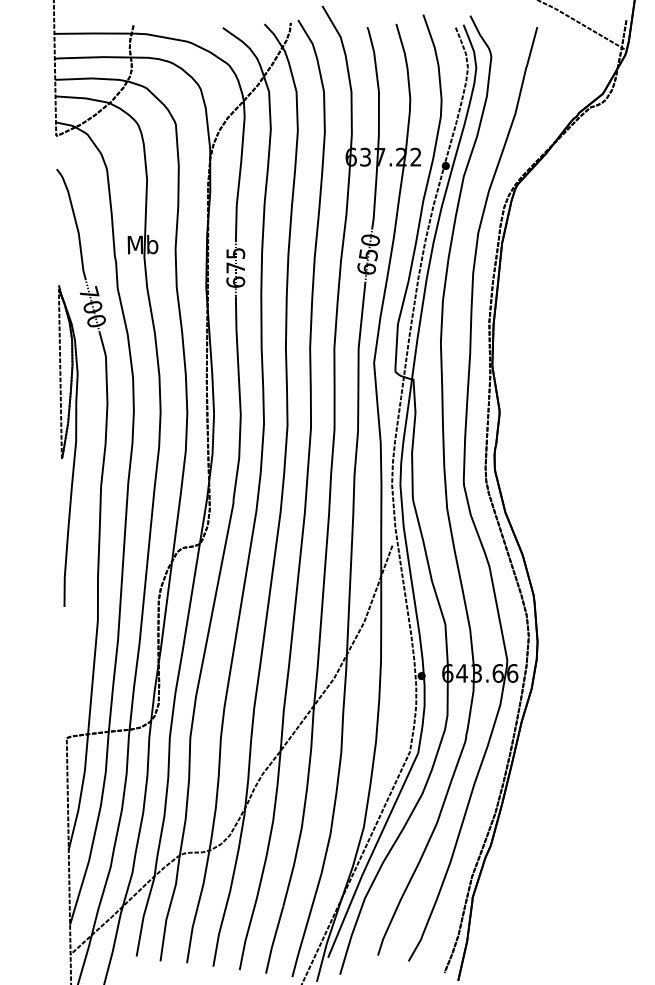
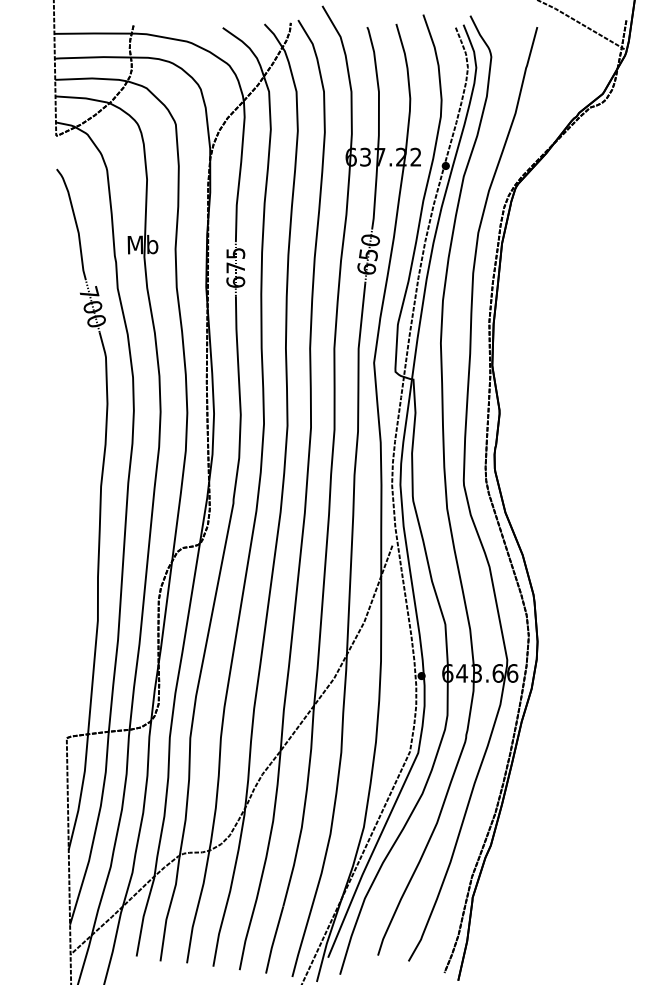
part at (68, 445): present -> none
